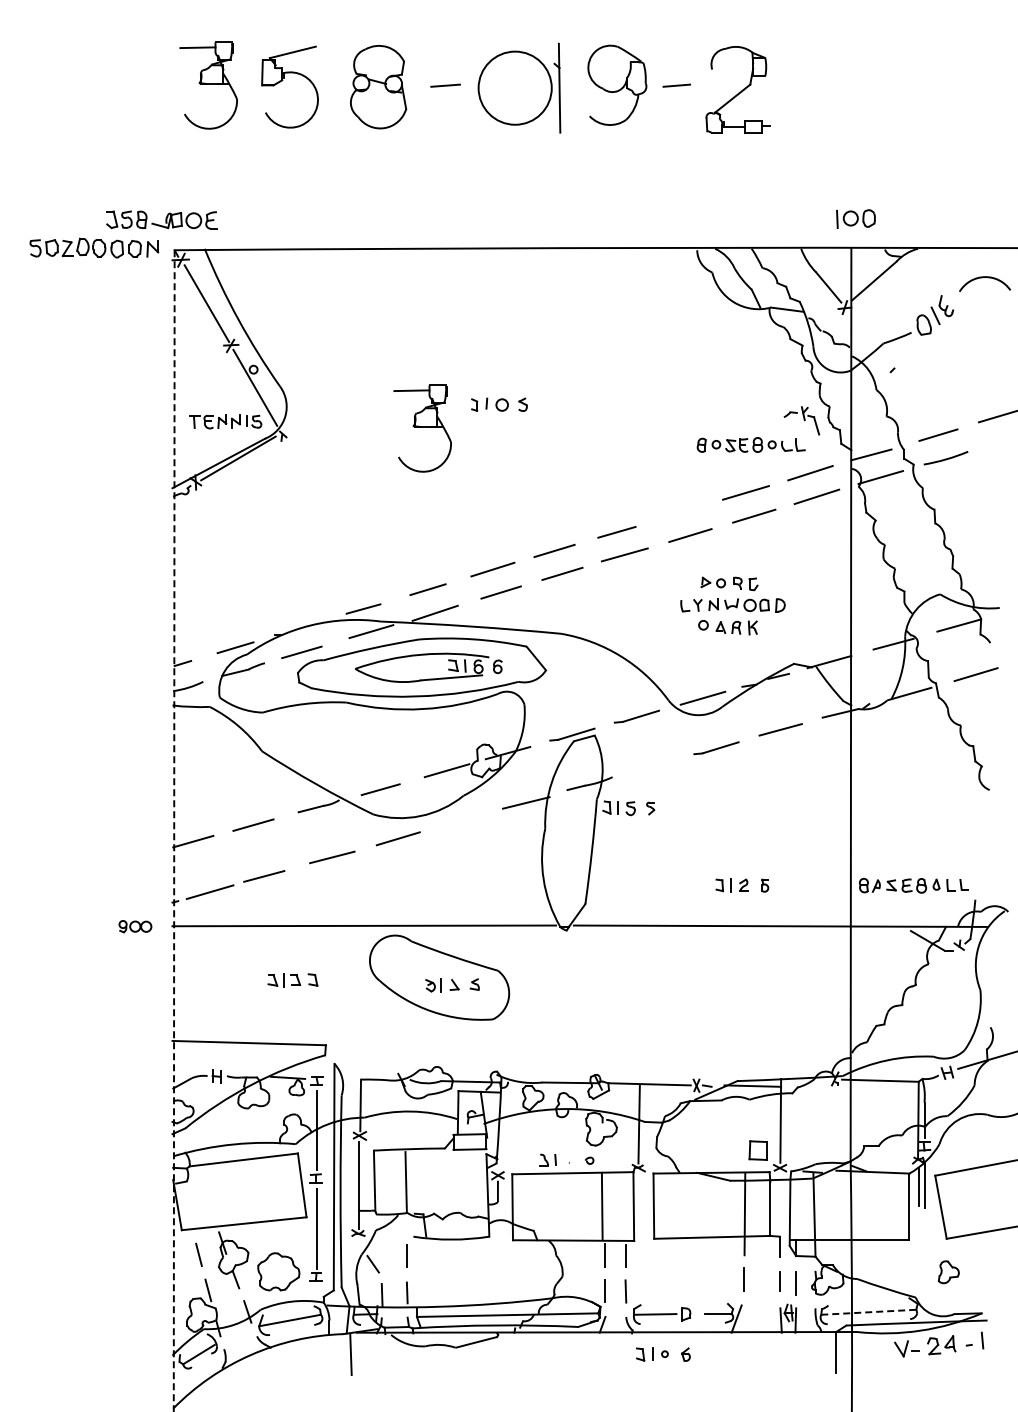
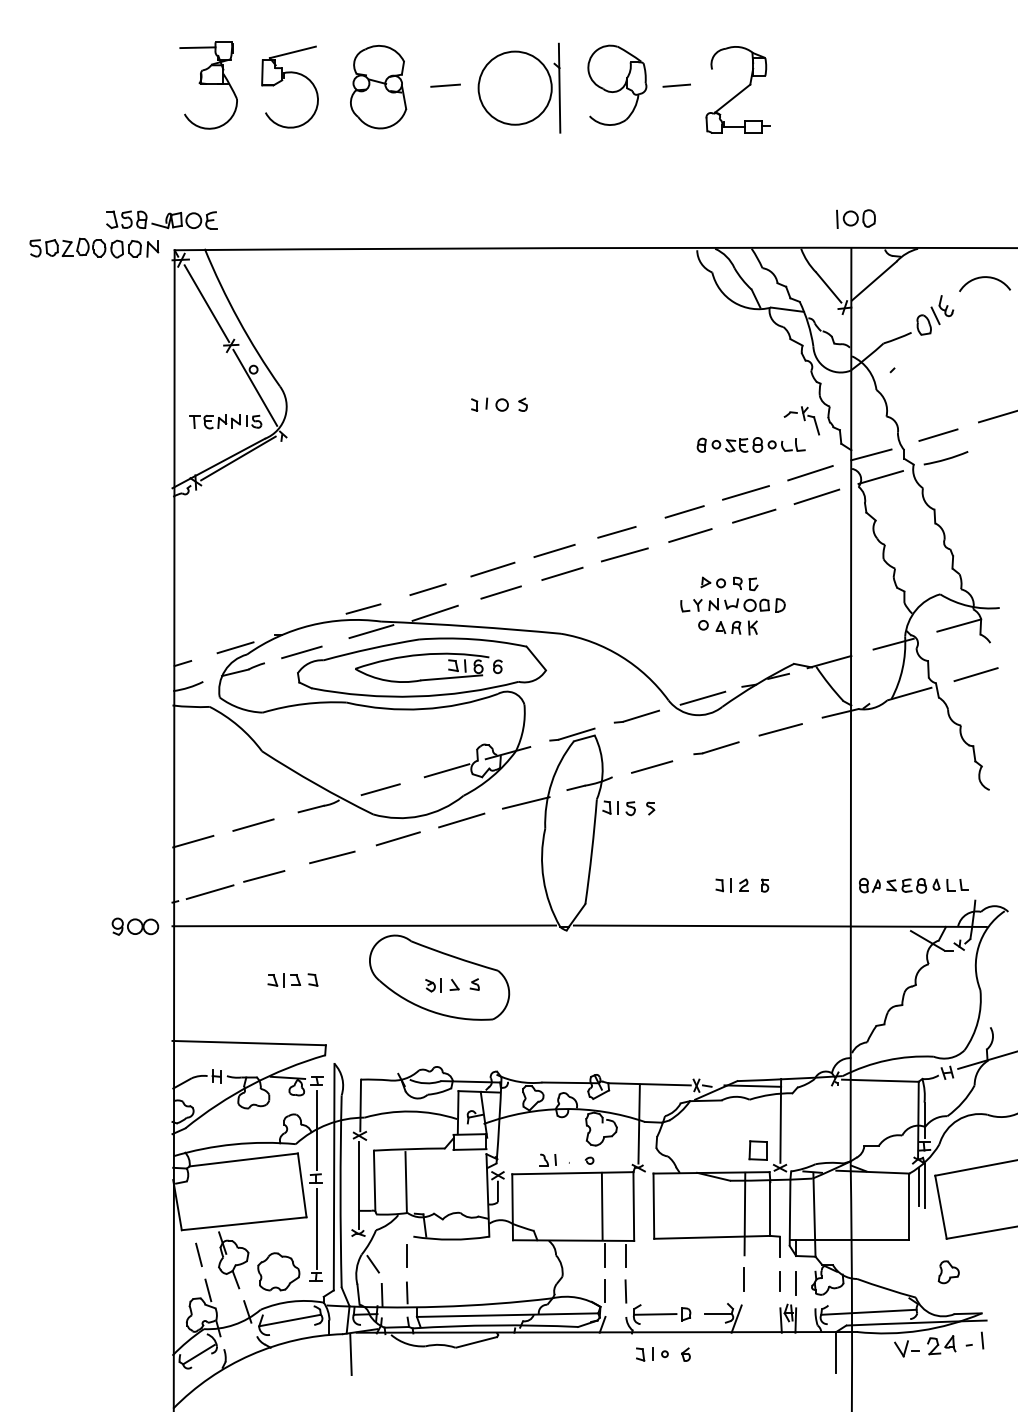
part at (422, 428): present -> none
line at (684, 511): none -> present
line at (652, 766): none -> present
line at (461, 820): none -> present
line at (174, 830): dashed -> solid
part at (135, 926) size: 35x14 px -> 49x19 px
line at (868, 1312): dashed -> solid
